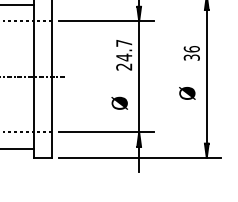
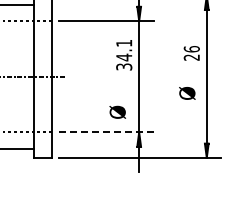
text at (124, 55): 24.7 -> 34.1
text at (191, 57): 36 -> 26
text at (119, 102) position: (119, 102) -> (117, 111)
line at (106, 132): solid -> dashed
